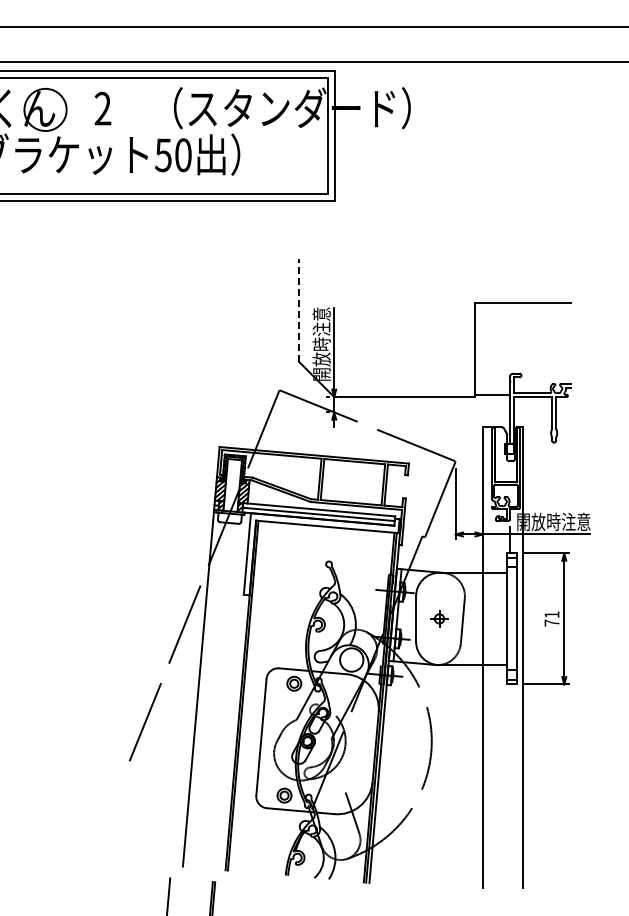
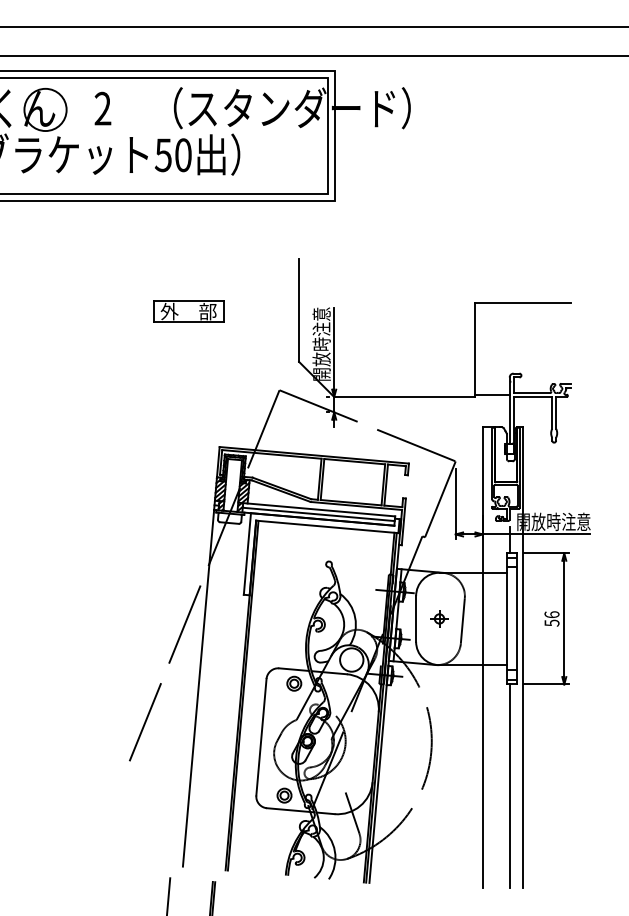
line at (313, 61) position: (313, 61) -> (313, 55)
line at (299, 310): dashed -> solid
part at (188, 311): none -> present
text at (551, 618): 71 -> 56
line at (509, 786): none -> present
